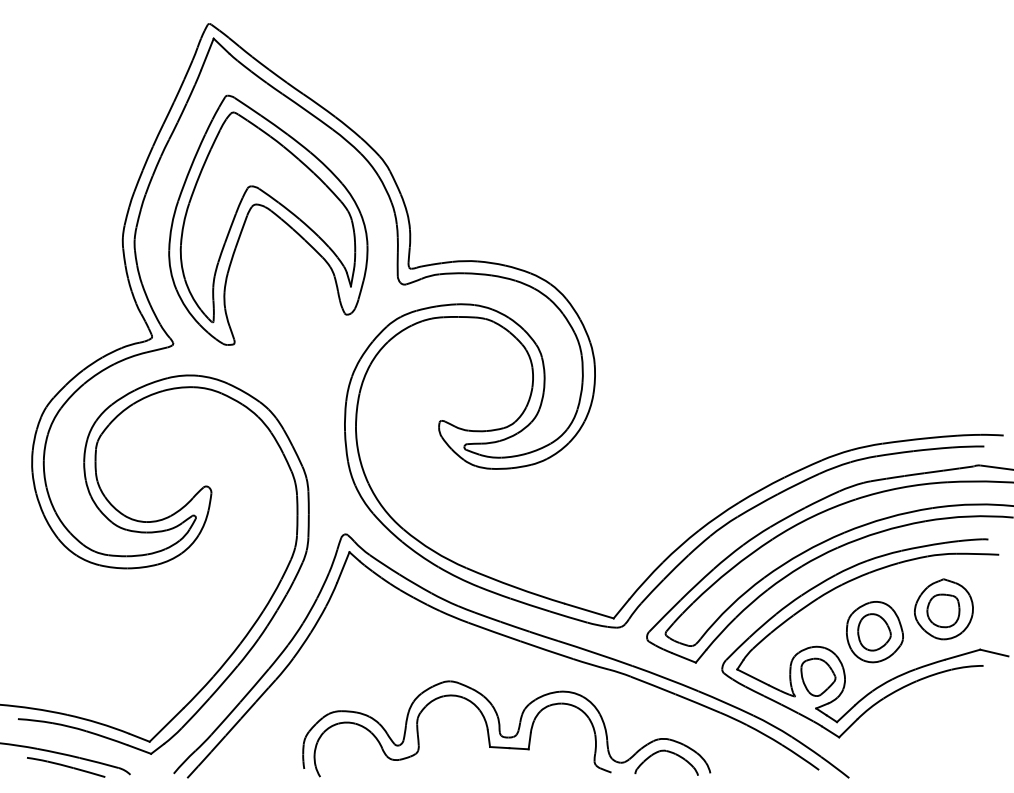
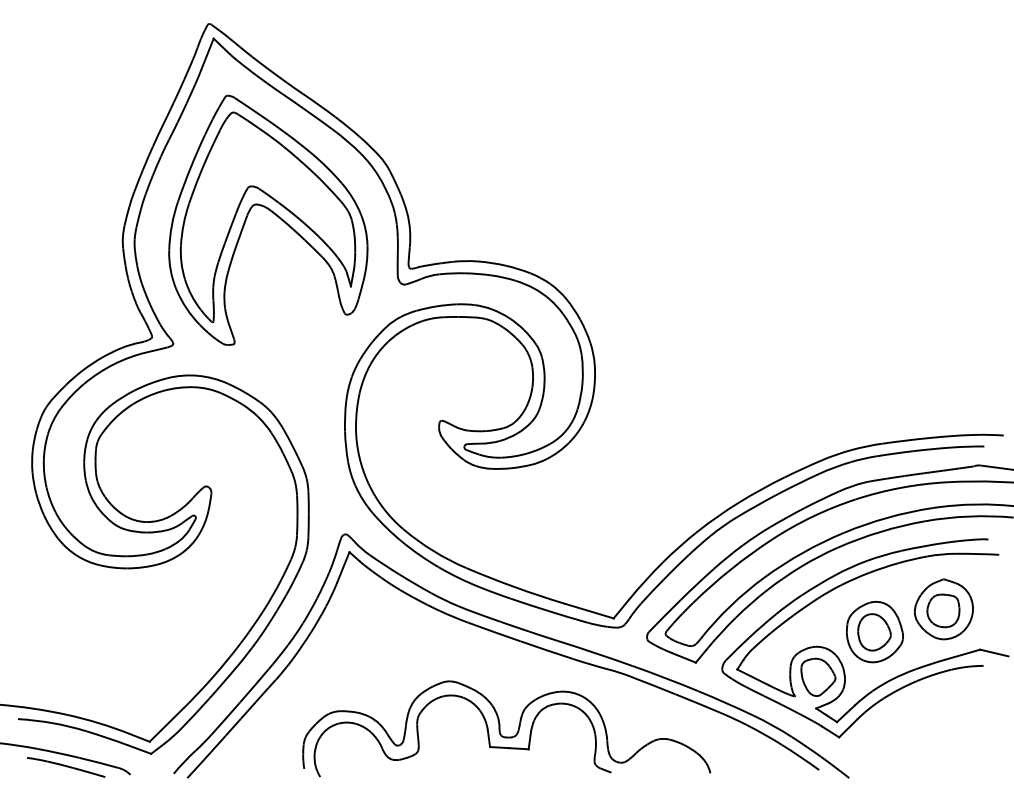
part at (670, 753): present -> none
